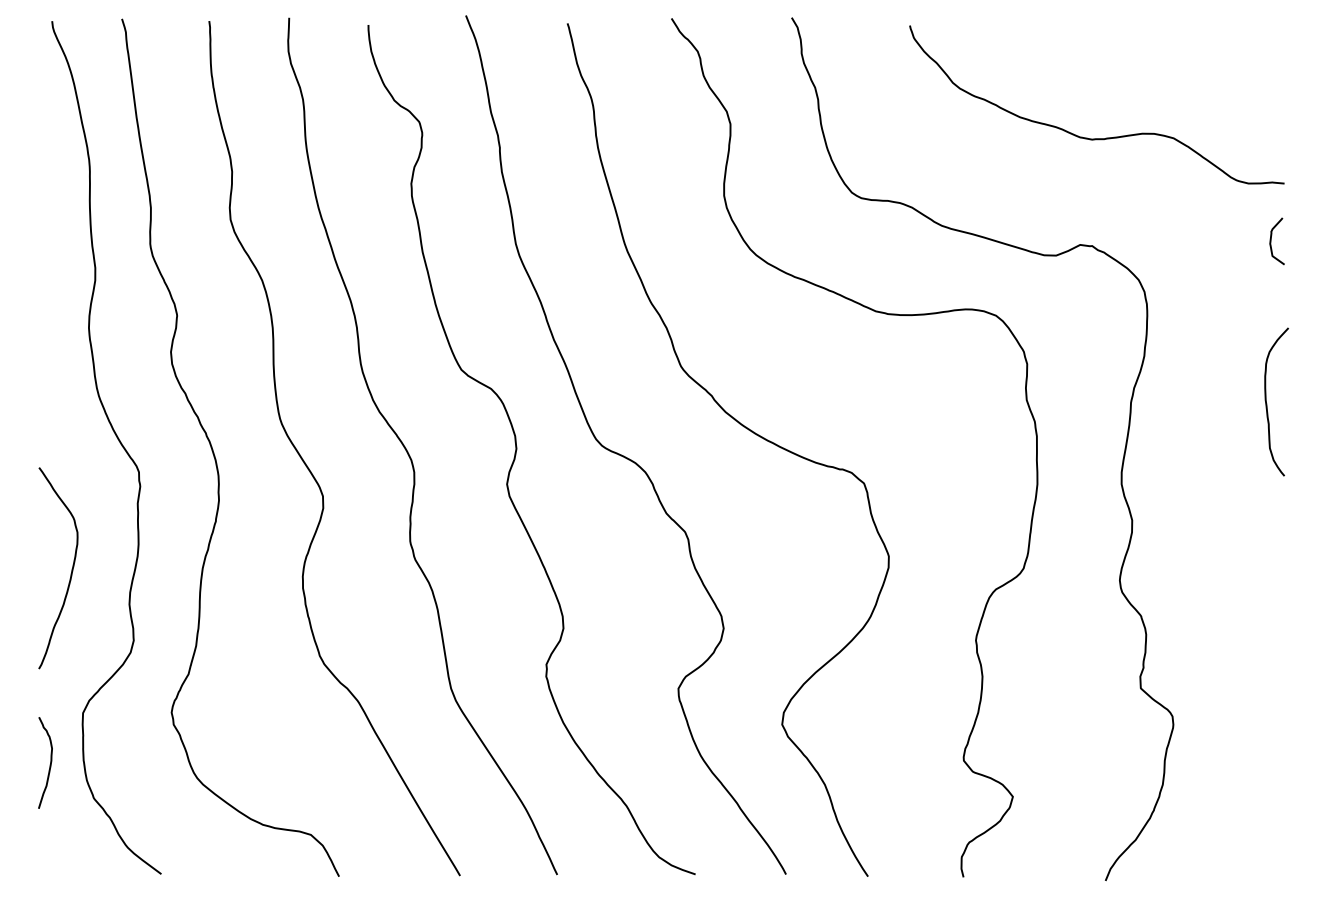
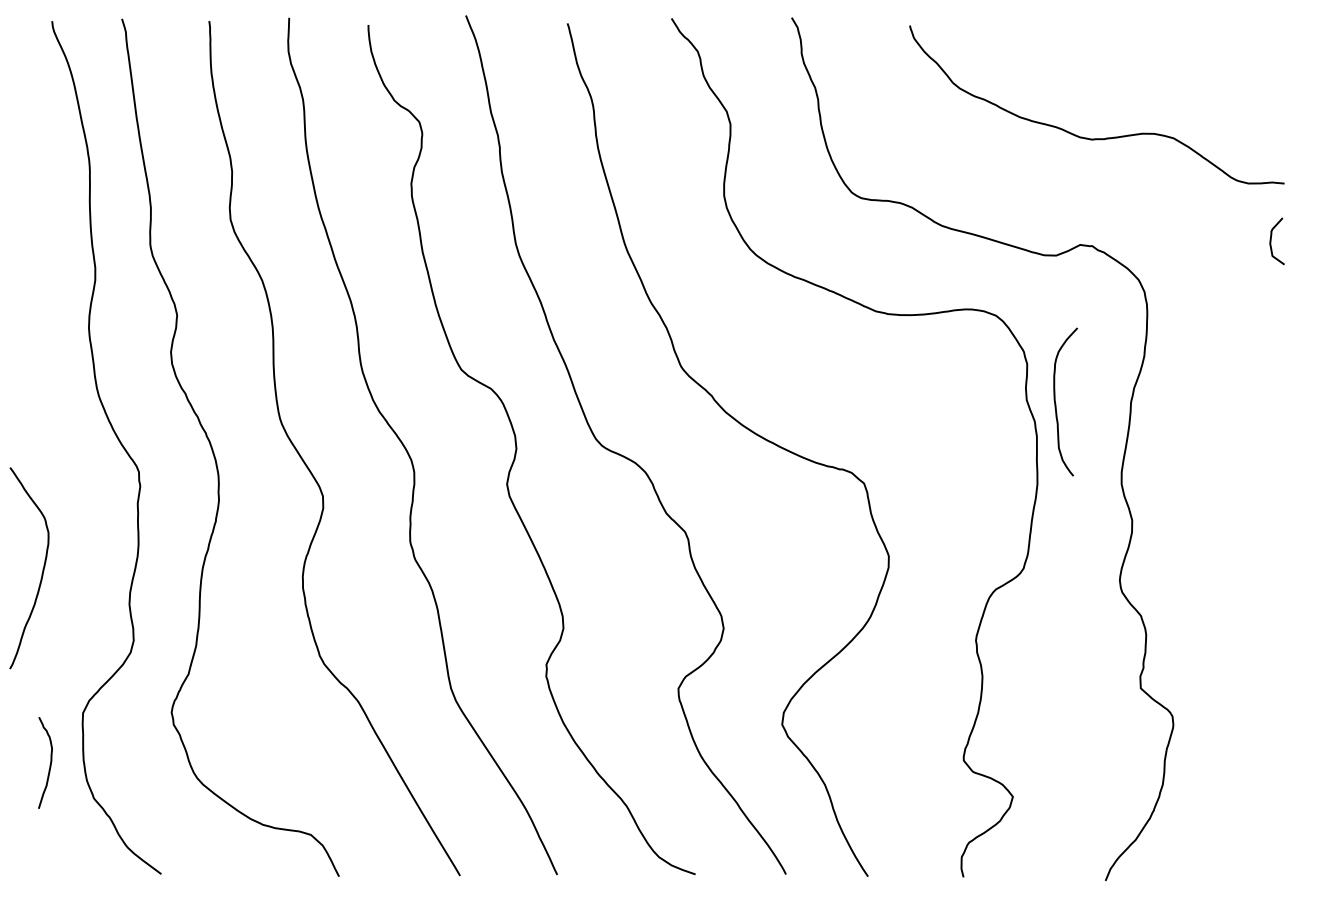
curve at (1267, 403) position: (1267, 403) -> (1056, 403)
curve at (70, 573) position: (70, 573) -> (41, 573)
